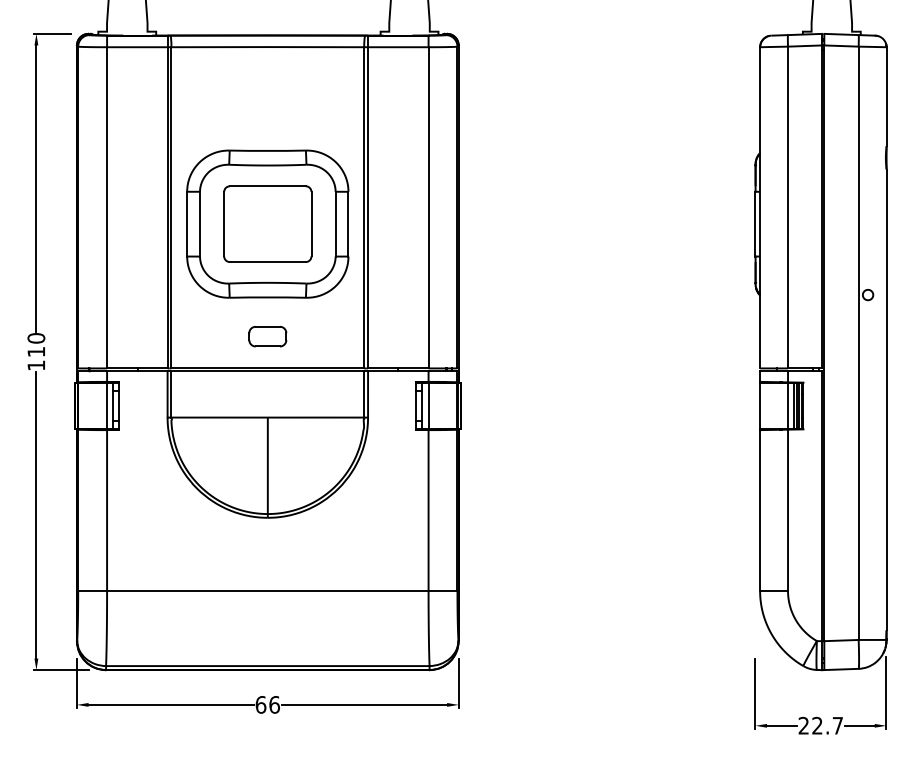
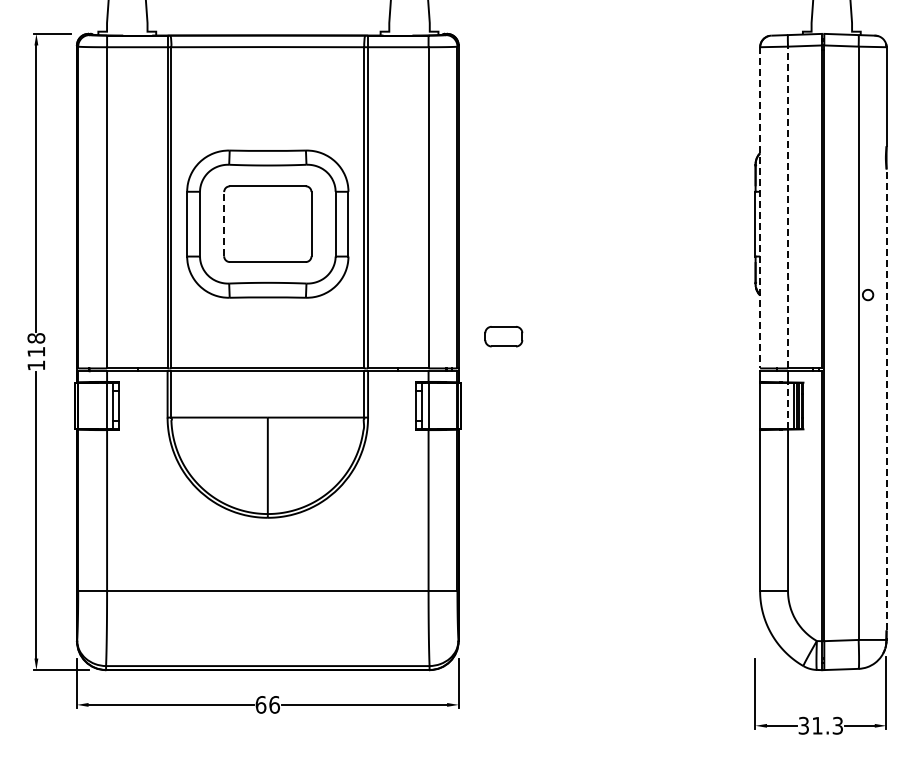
line at (760, 207): solid -> dashed
line at (788, 207): solid -> dashed
line at (224, 223): solid -> dashed
part at (267, 336) position: (267, 336) -> (503, 336)
text at (35, 338): 110 -> 118
line at (886, 399): solid -> dashed
line at (788, 406): solid -> dashed
text at (820, 725): 22.7 -> 31.3
